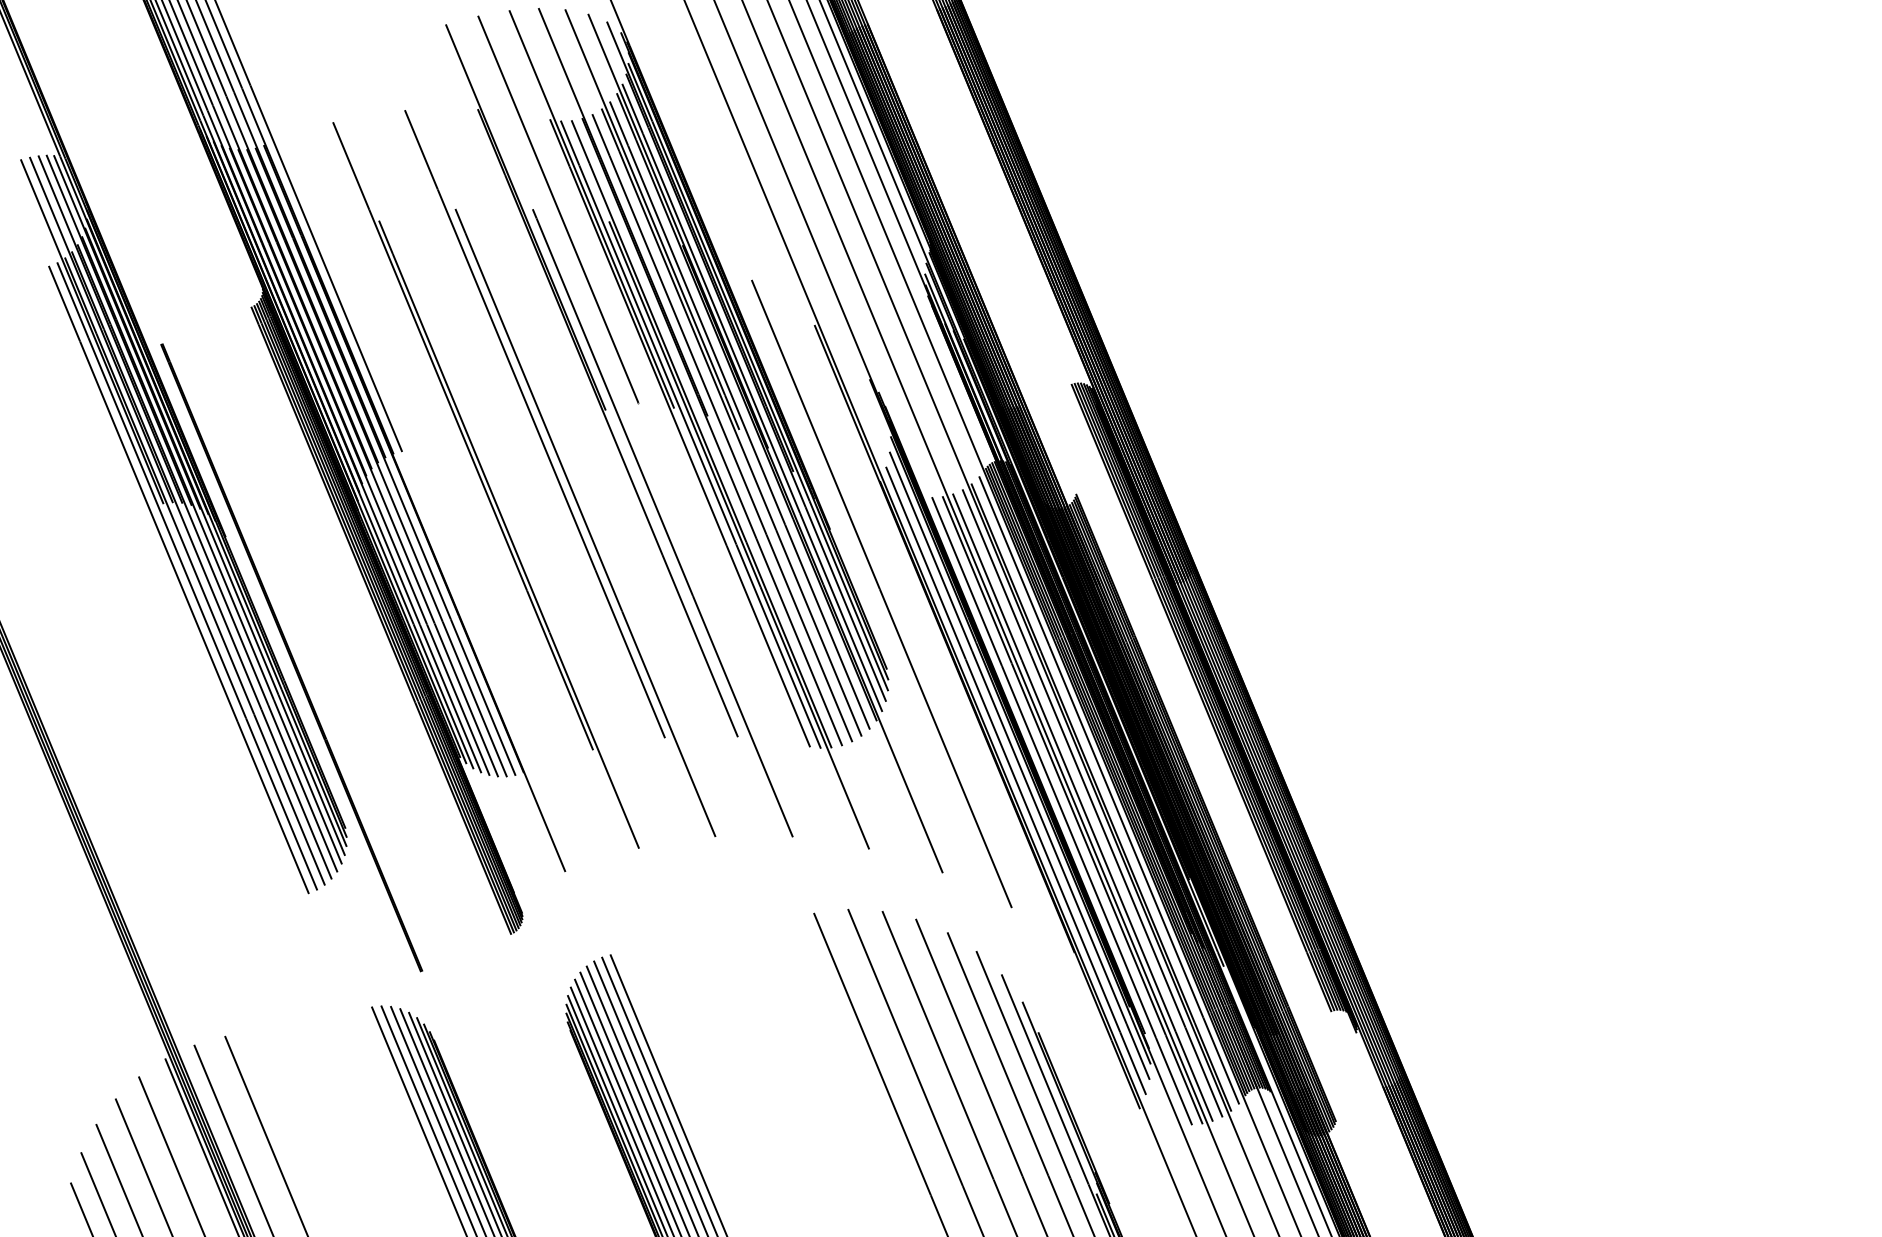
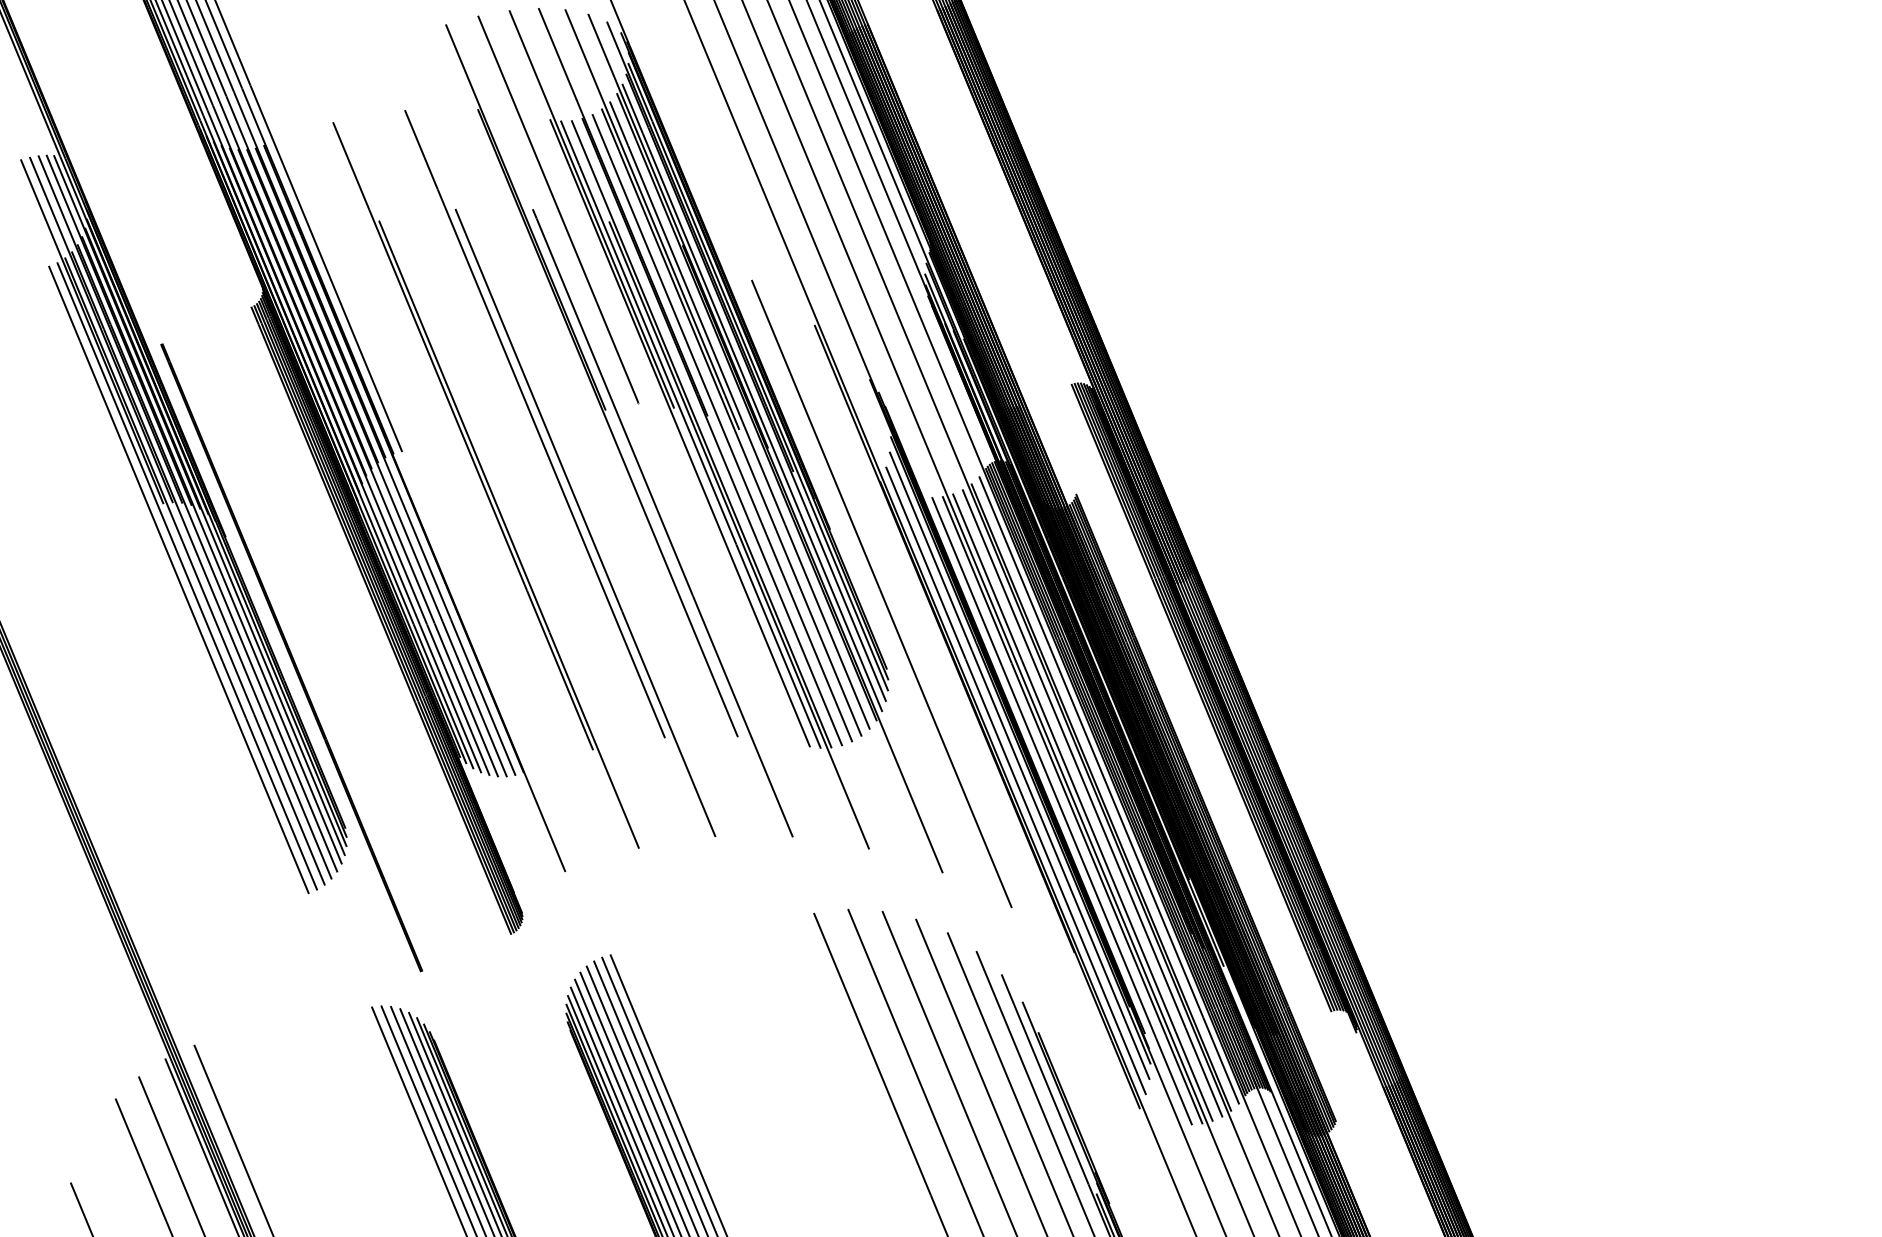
line at (265, 1134): present -> none
line at (118, 1178): present -> none
line at (97, 1192): present -> none
